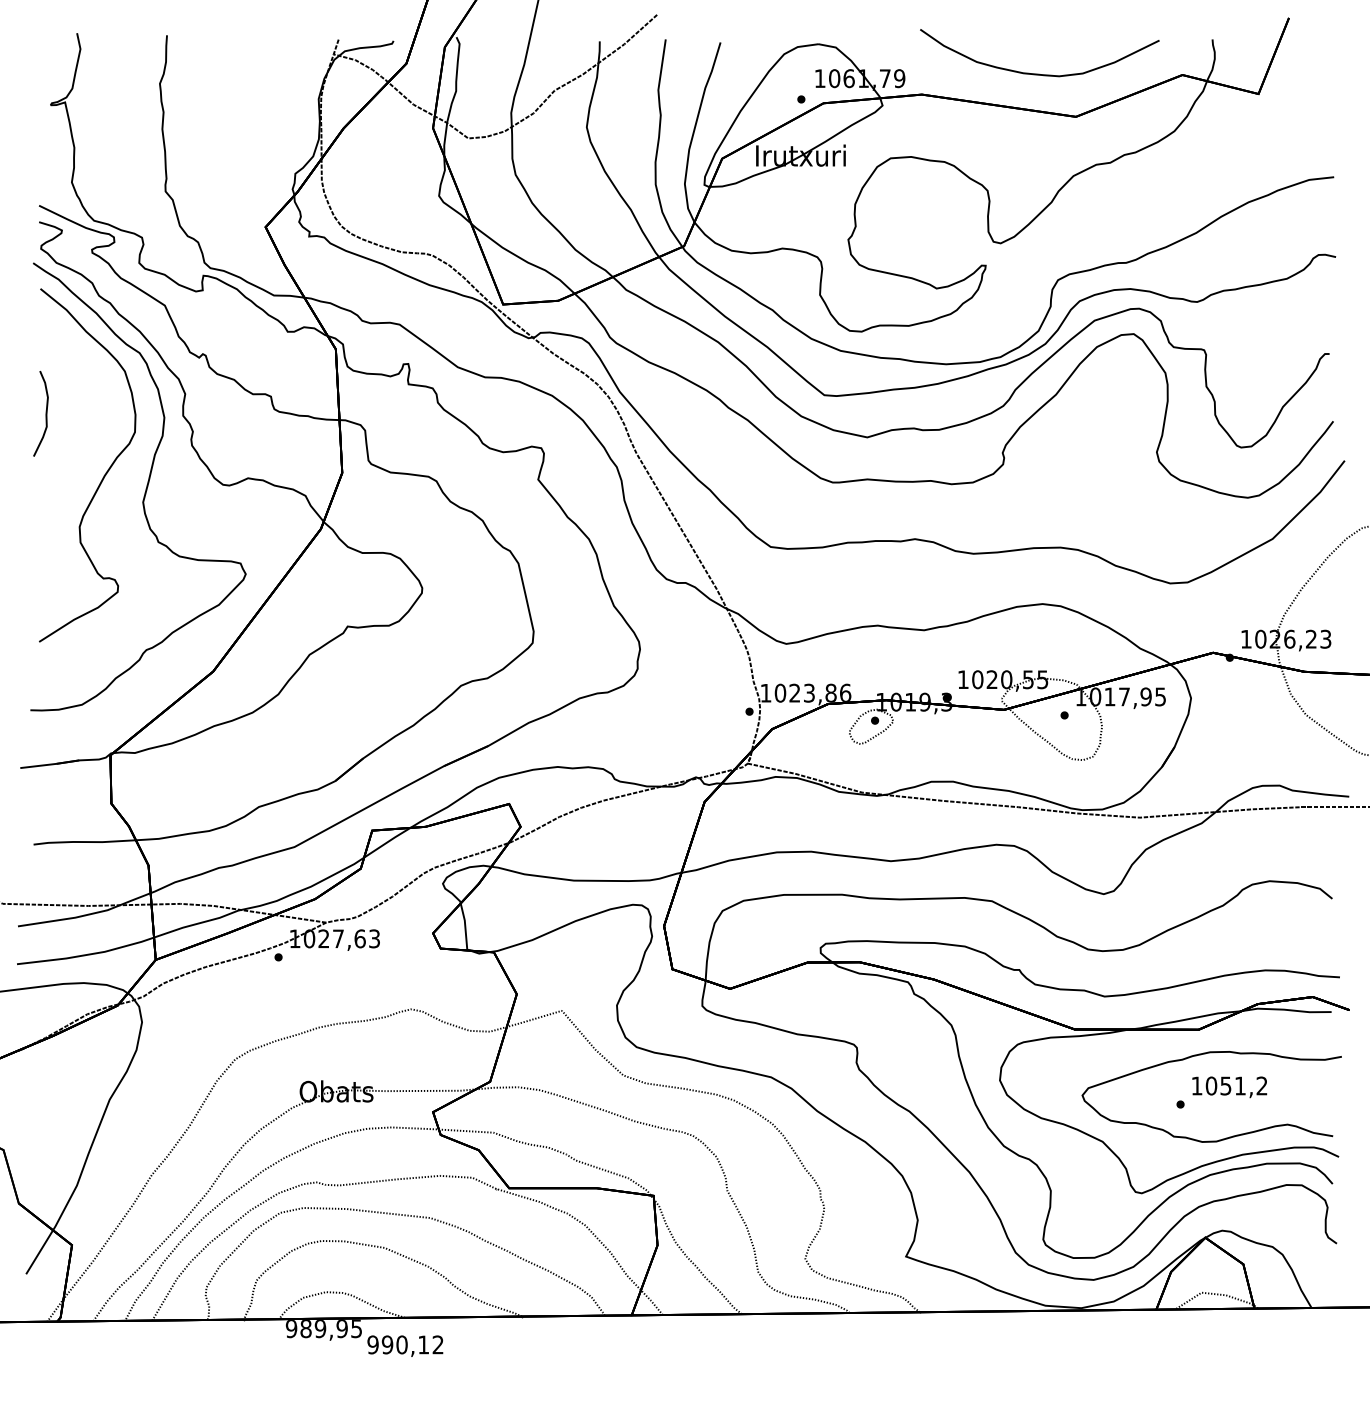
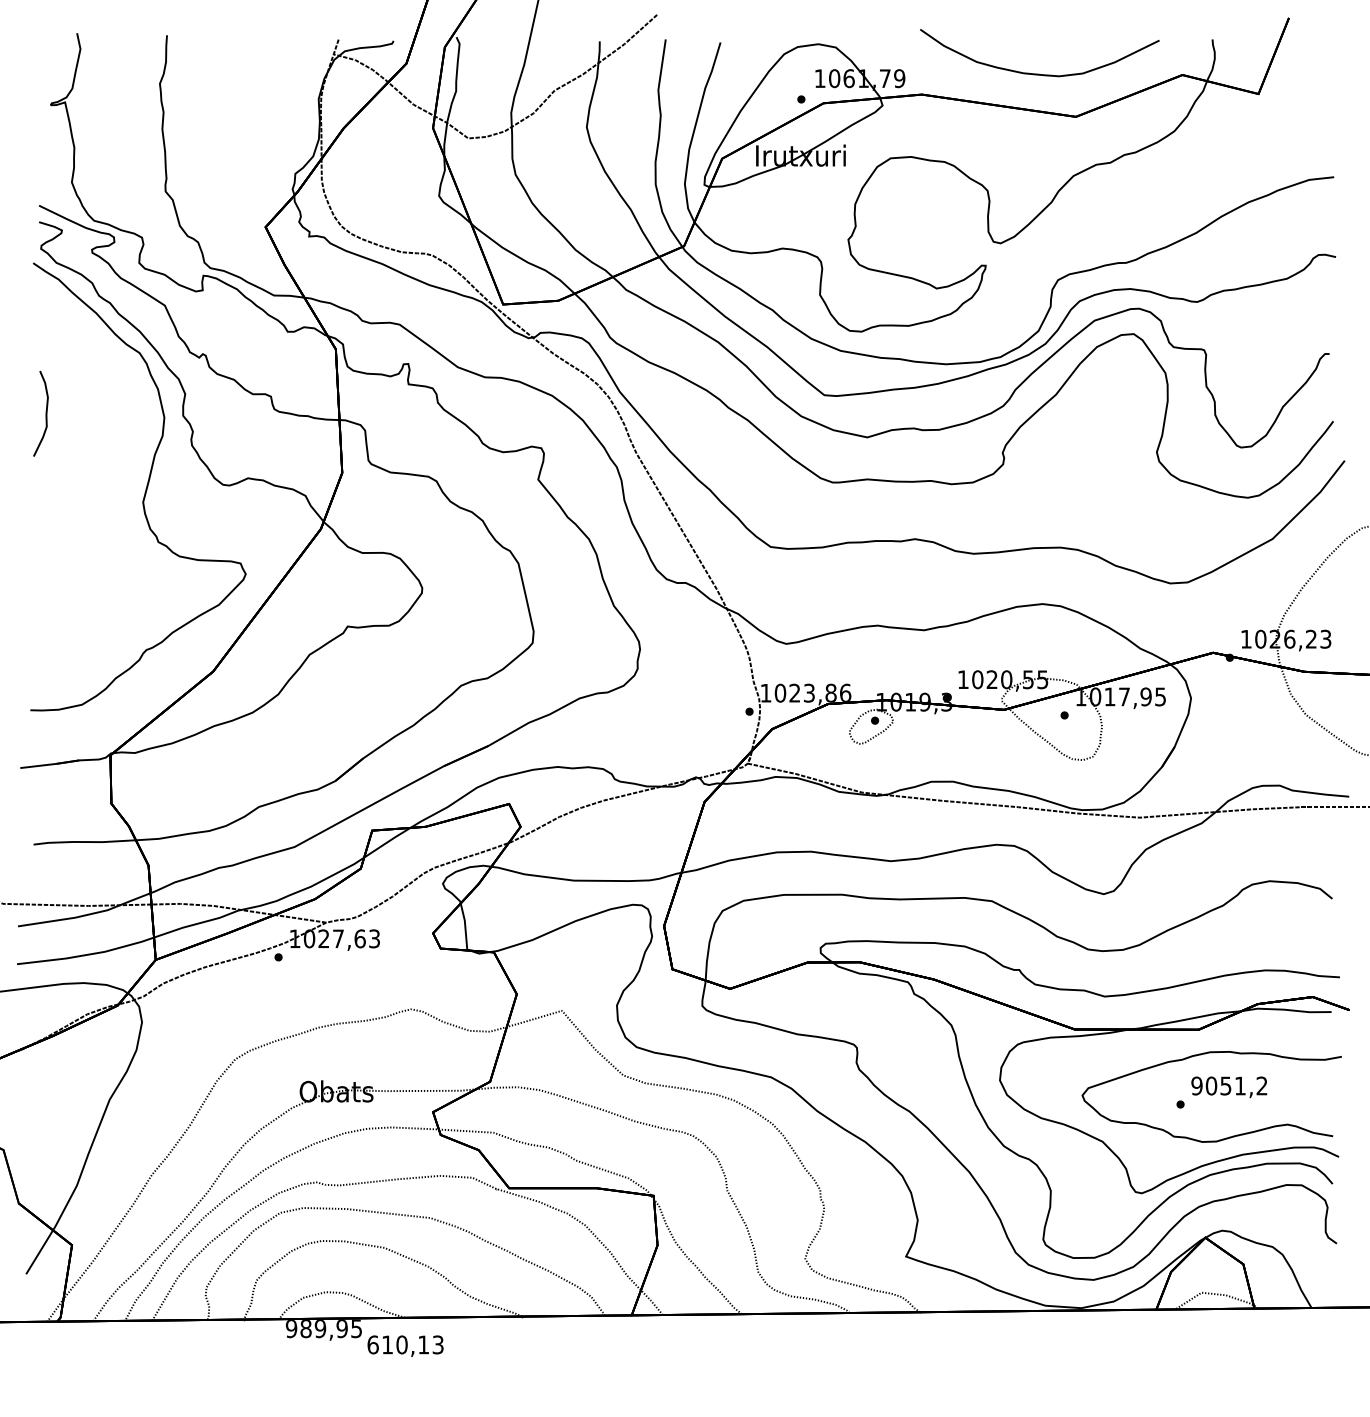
curve at (103, 475): present -> none
text at (1196, 1085): 1051,2 -> 9051,2
text at (405, 1344): 990,12 -> 610,13
